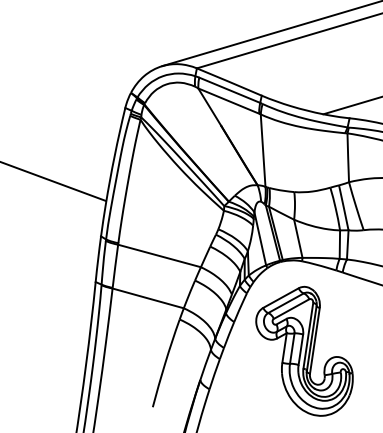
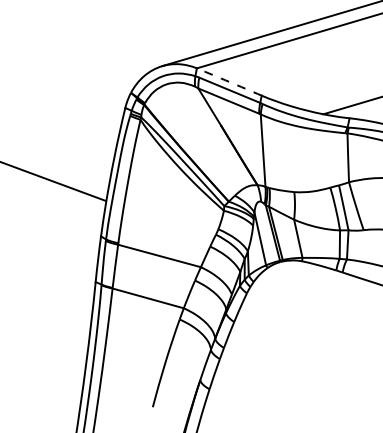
arc at (229, 81): solid -> dashed
part at (304, 350): present -> none
